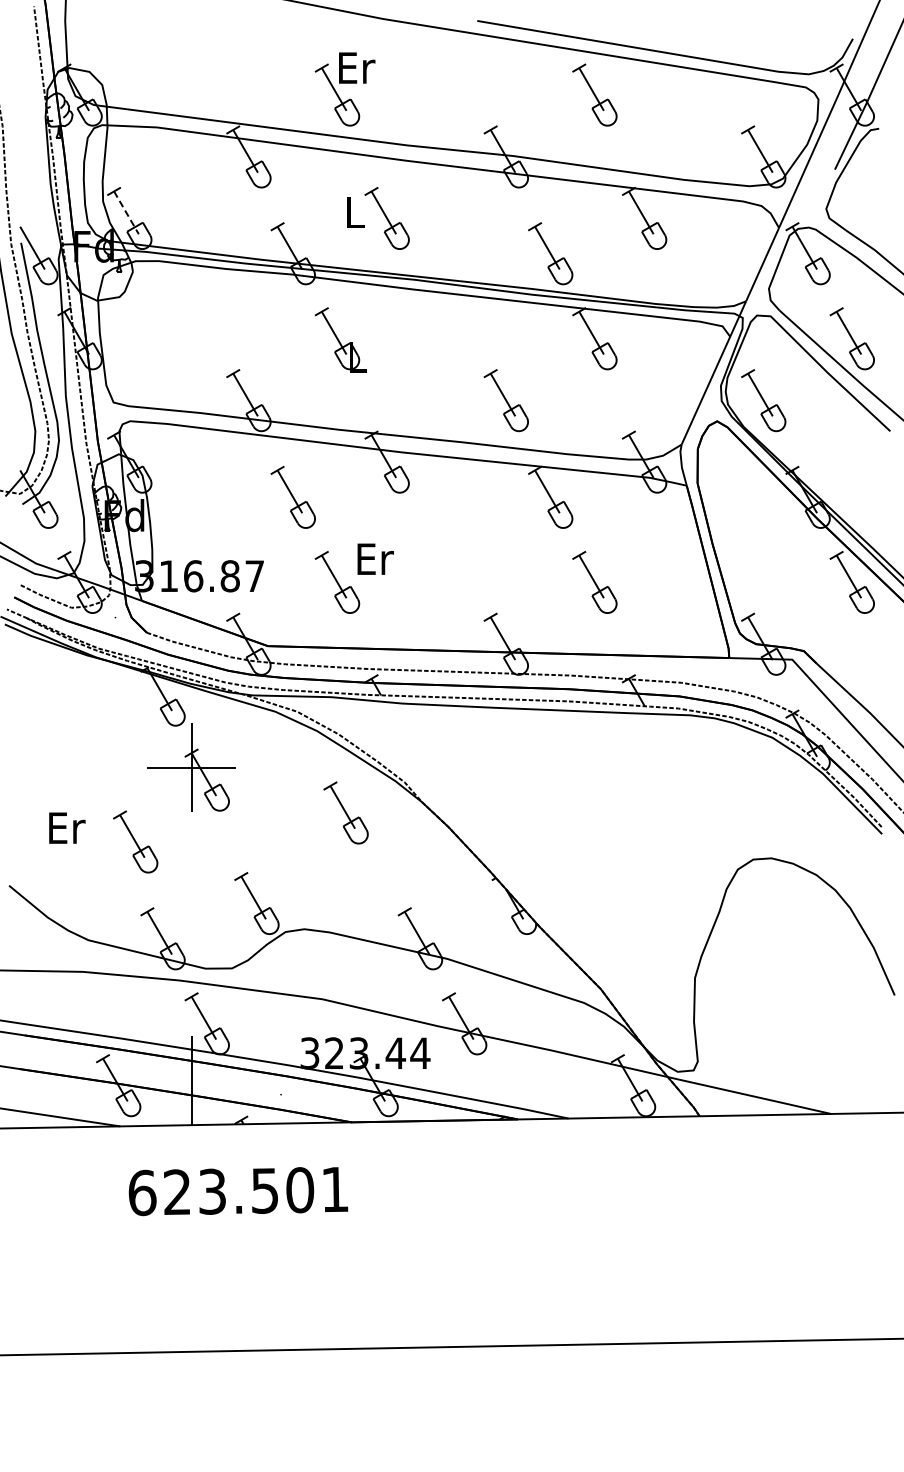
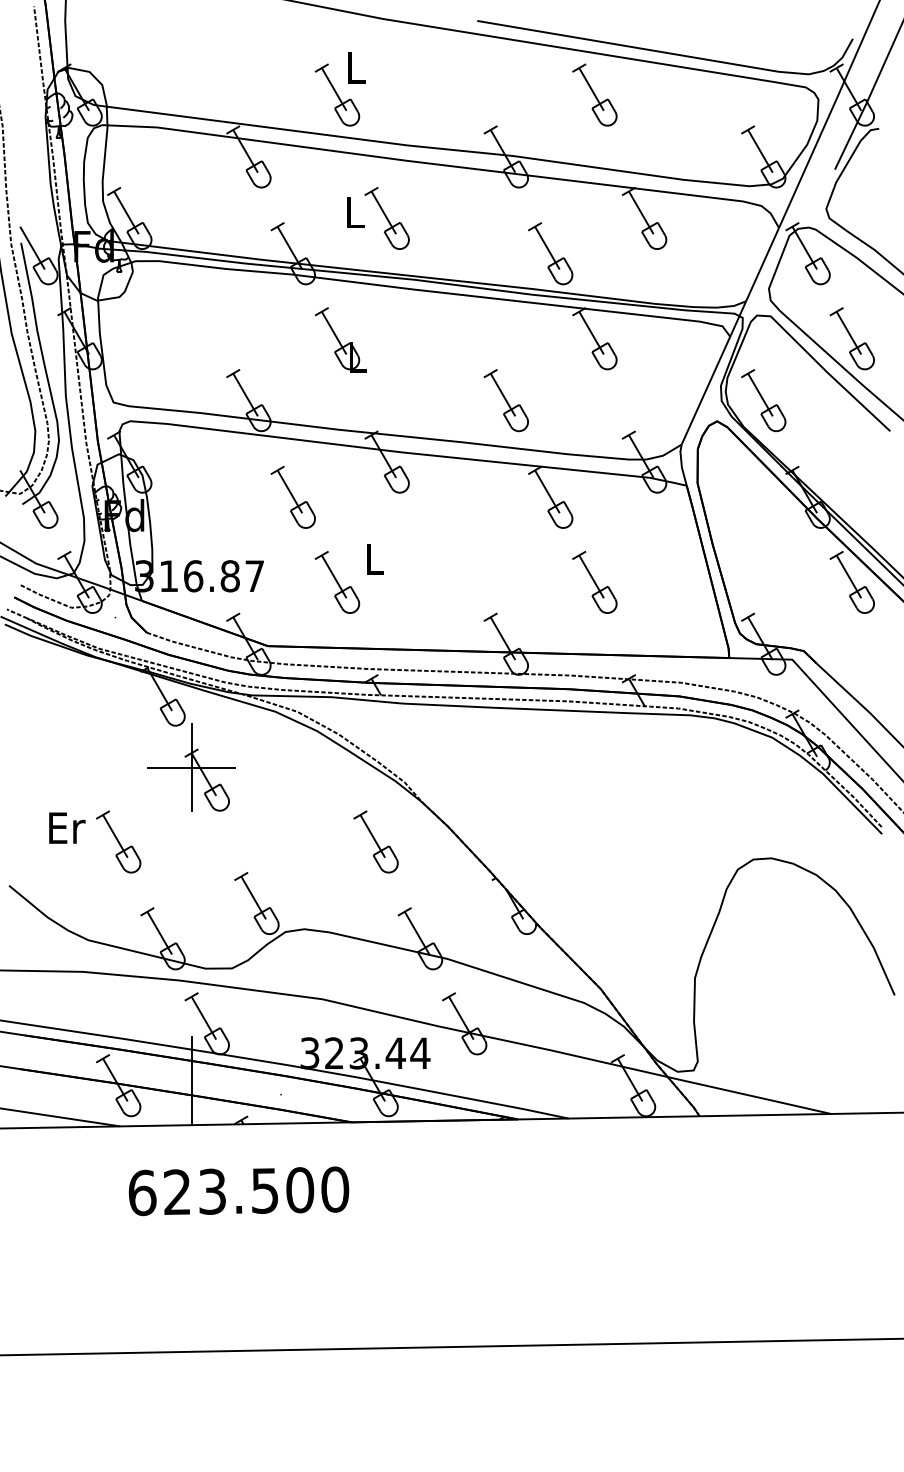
text at (357, 67): Er -> L
line at (126, 212): dashed -> solid
text at (375, 558): Er -> L
part at (345, 812) position: (345, 812) -> (375, 841)
part at (135, 841) position: (135, 841) -> (118, 841)
text at (335, 1189): 623.501 -> 623.500
